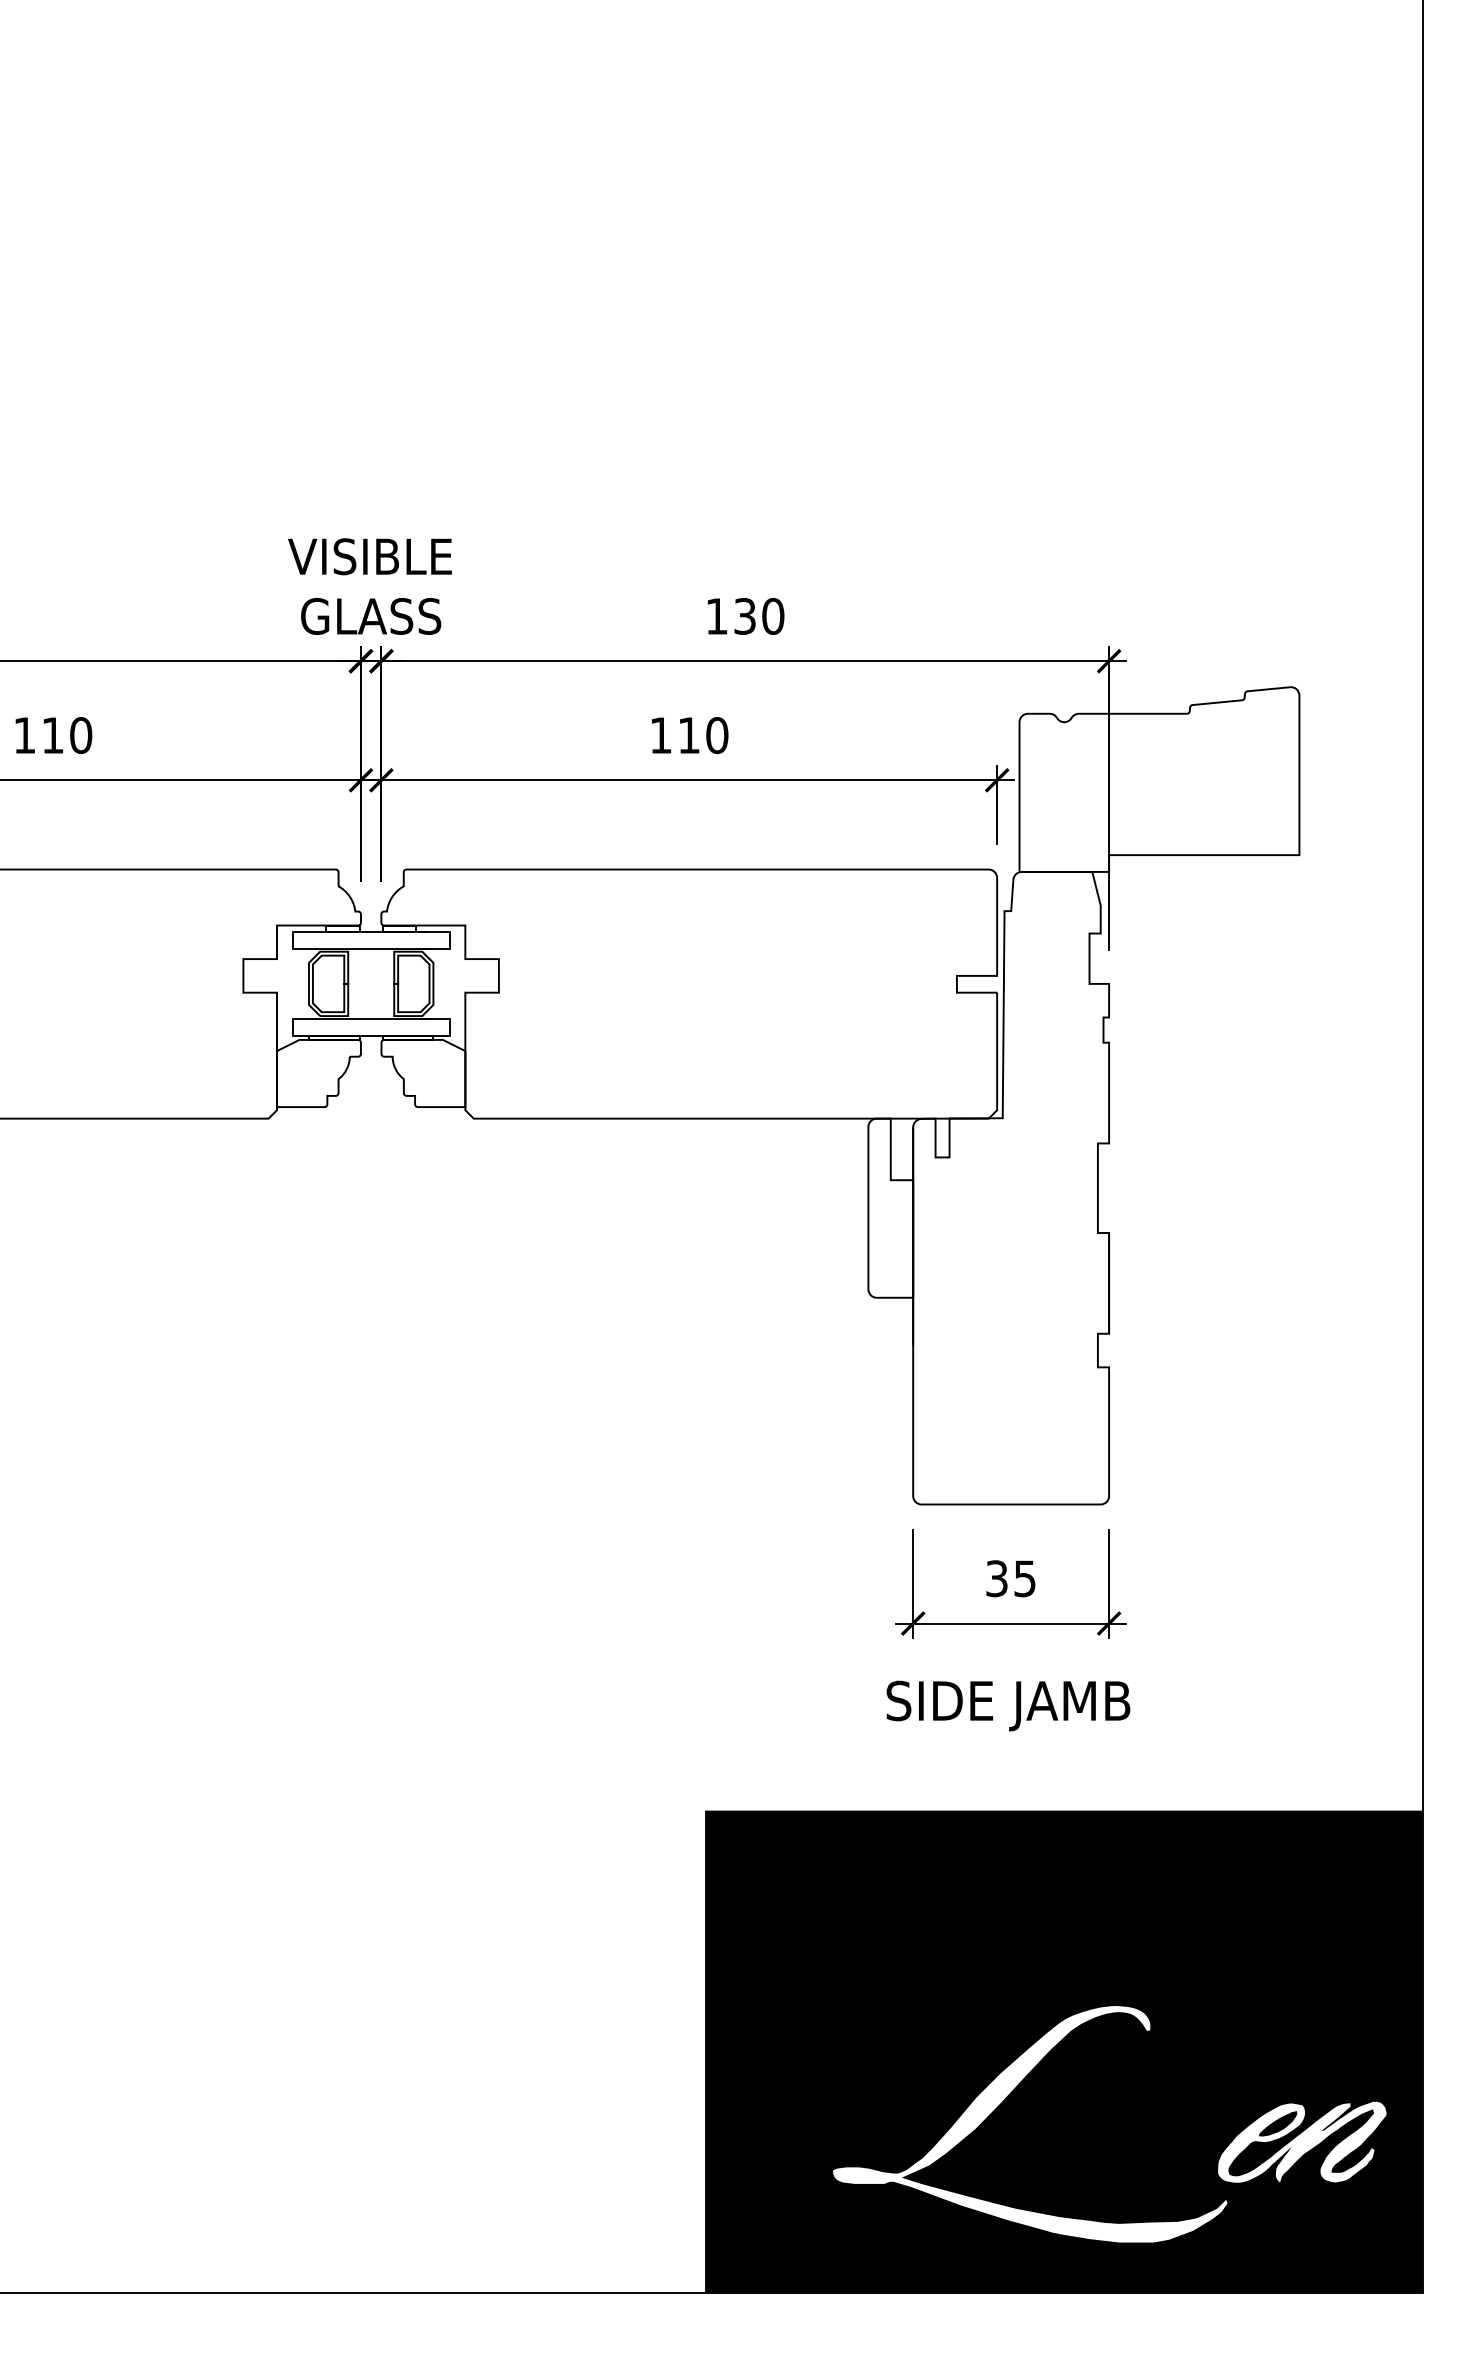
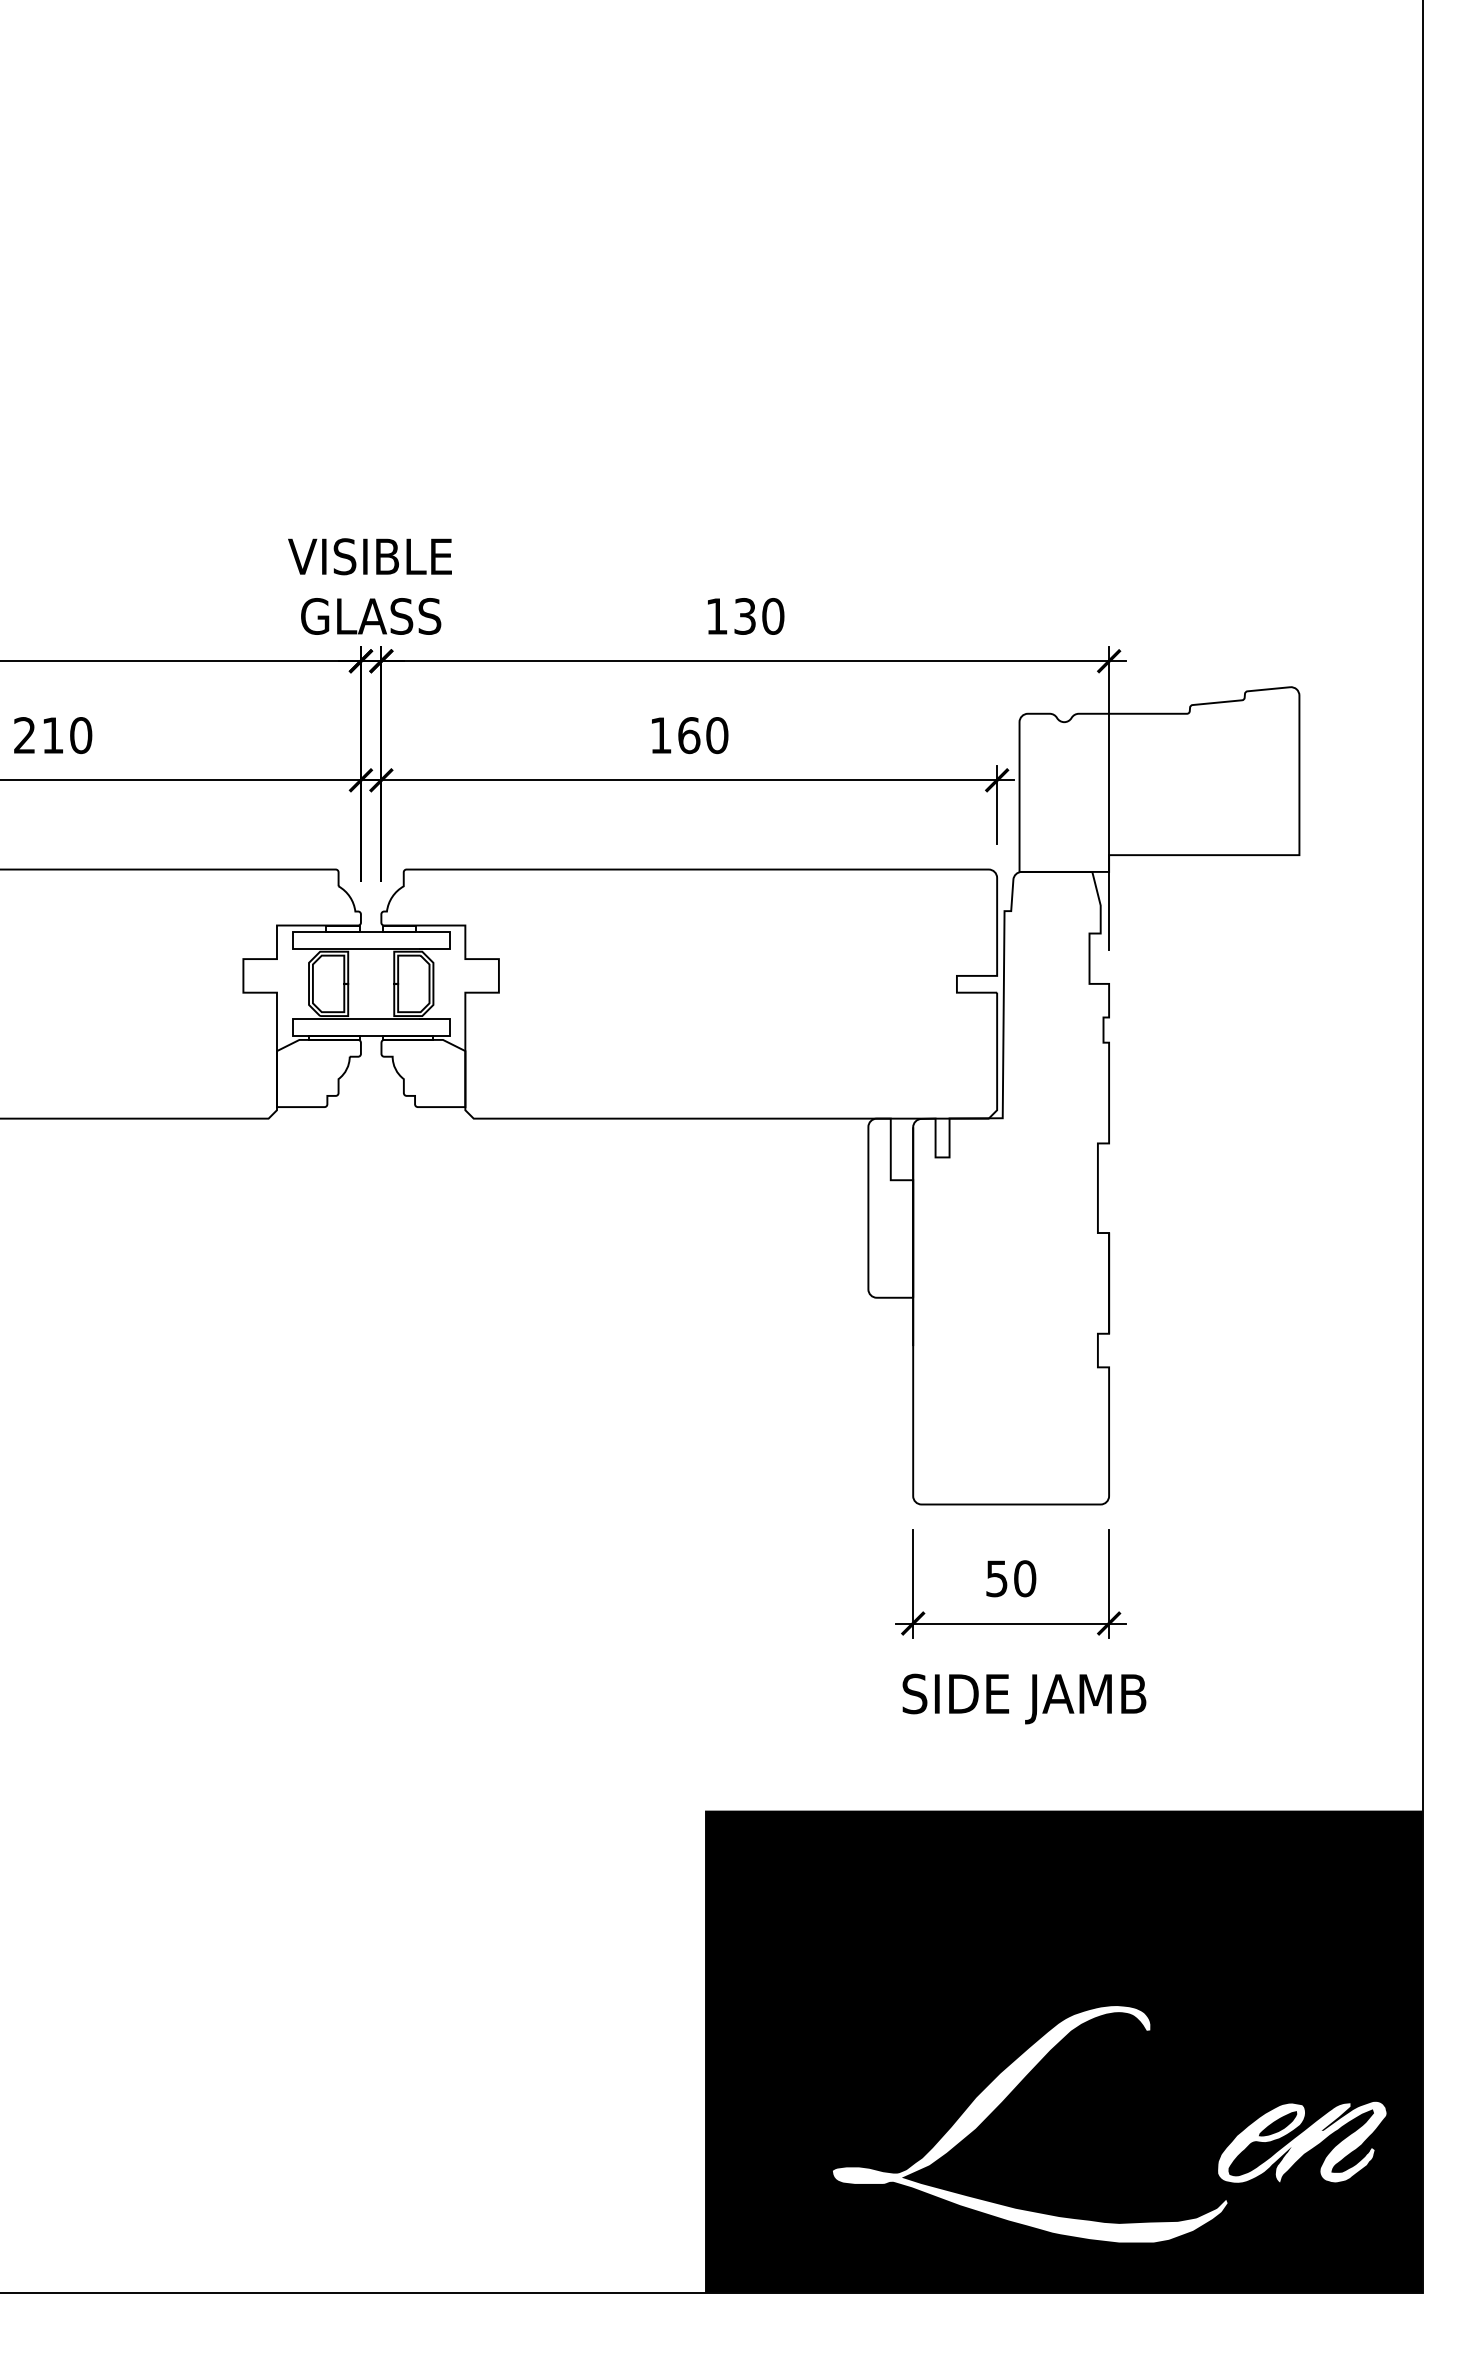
text at (24, 735): 110 -> 210
text at (689, 735): 110 -> 160
text at (1011, 1578): 35 -> 50
text at (1008, 1705) position: (1008, 1705) -> (1024, 1698)
